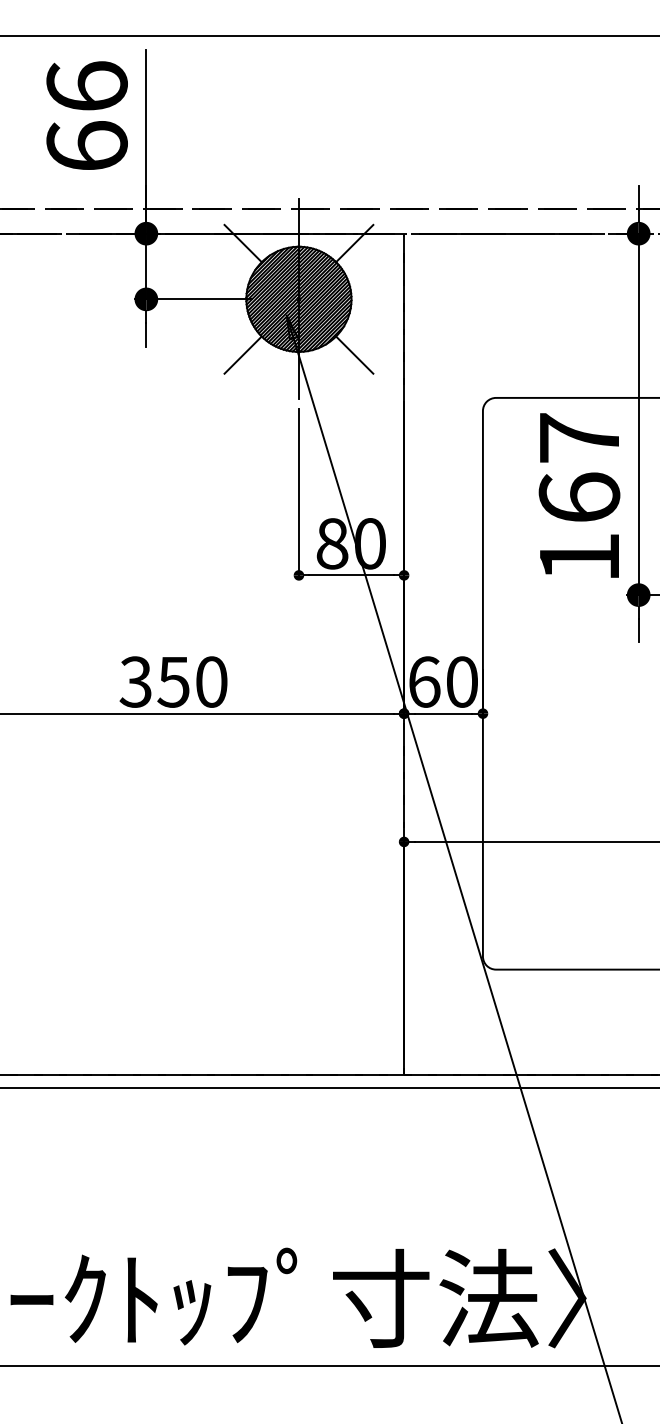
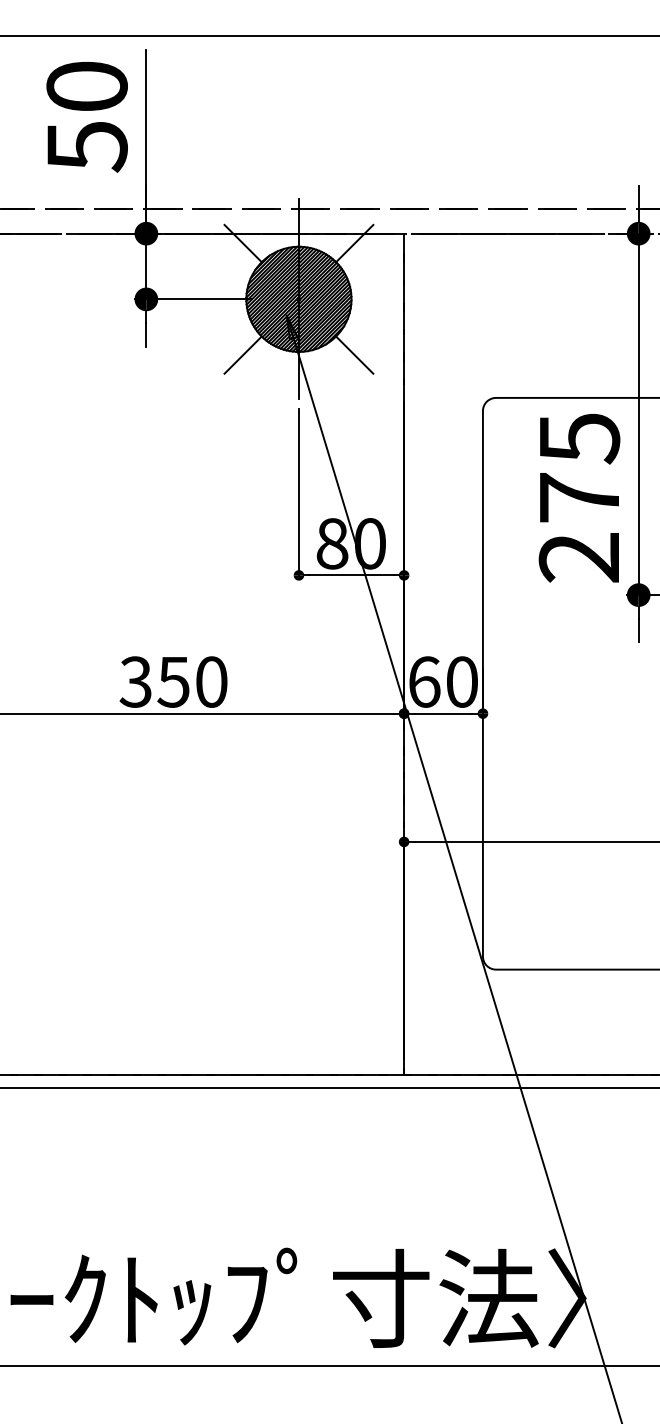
text at (86, 116): 66 -> 50
text at (579, 497): 167 -> 275
